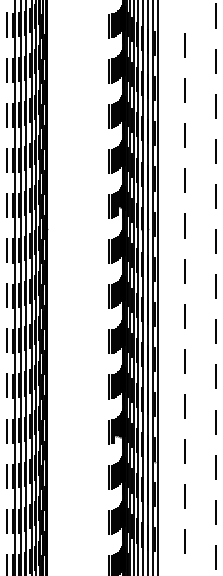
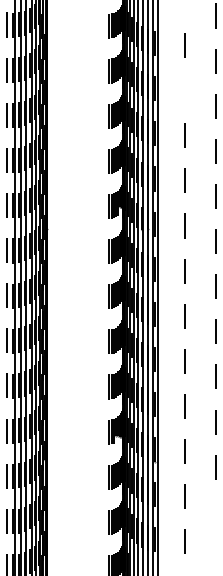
line at (185, 90): present -> none
line at (216, 511): present -> none
line at (215, 557): present -> none
